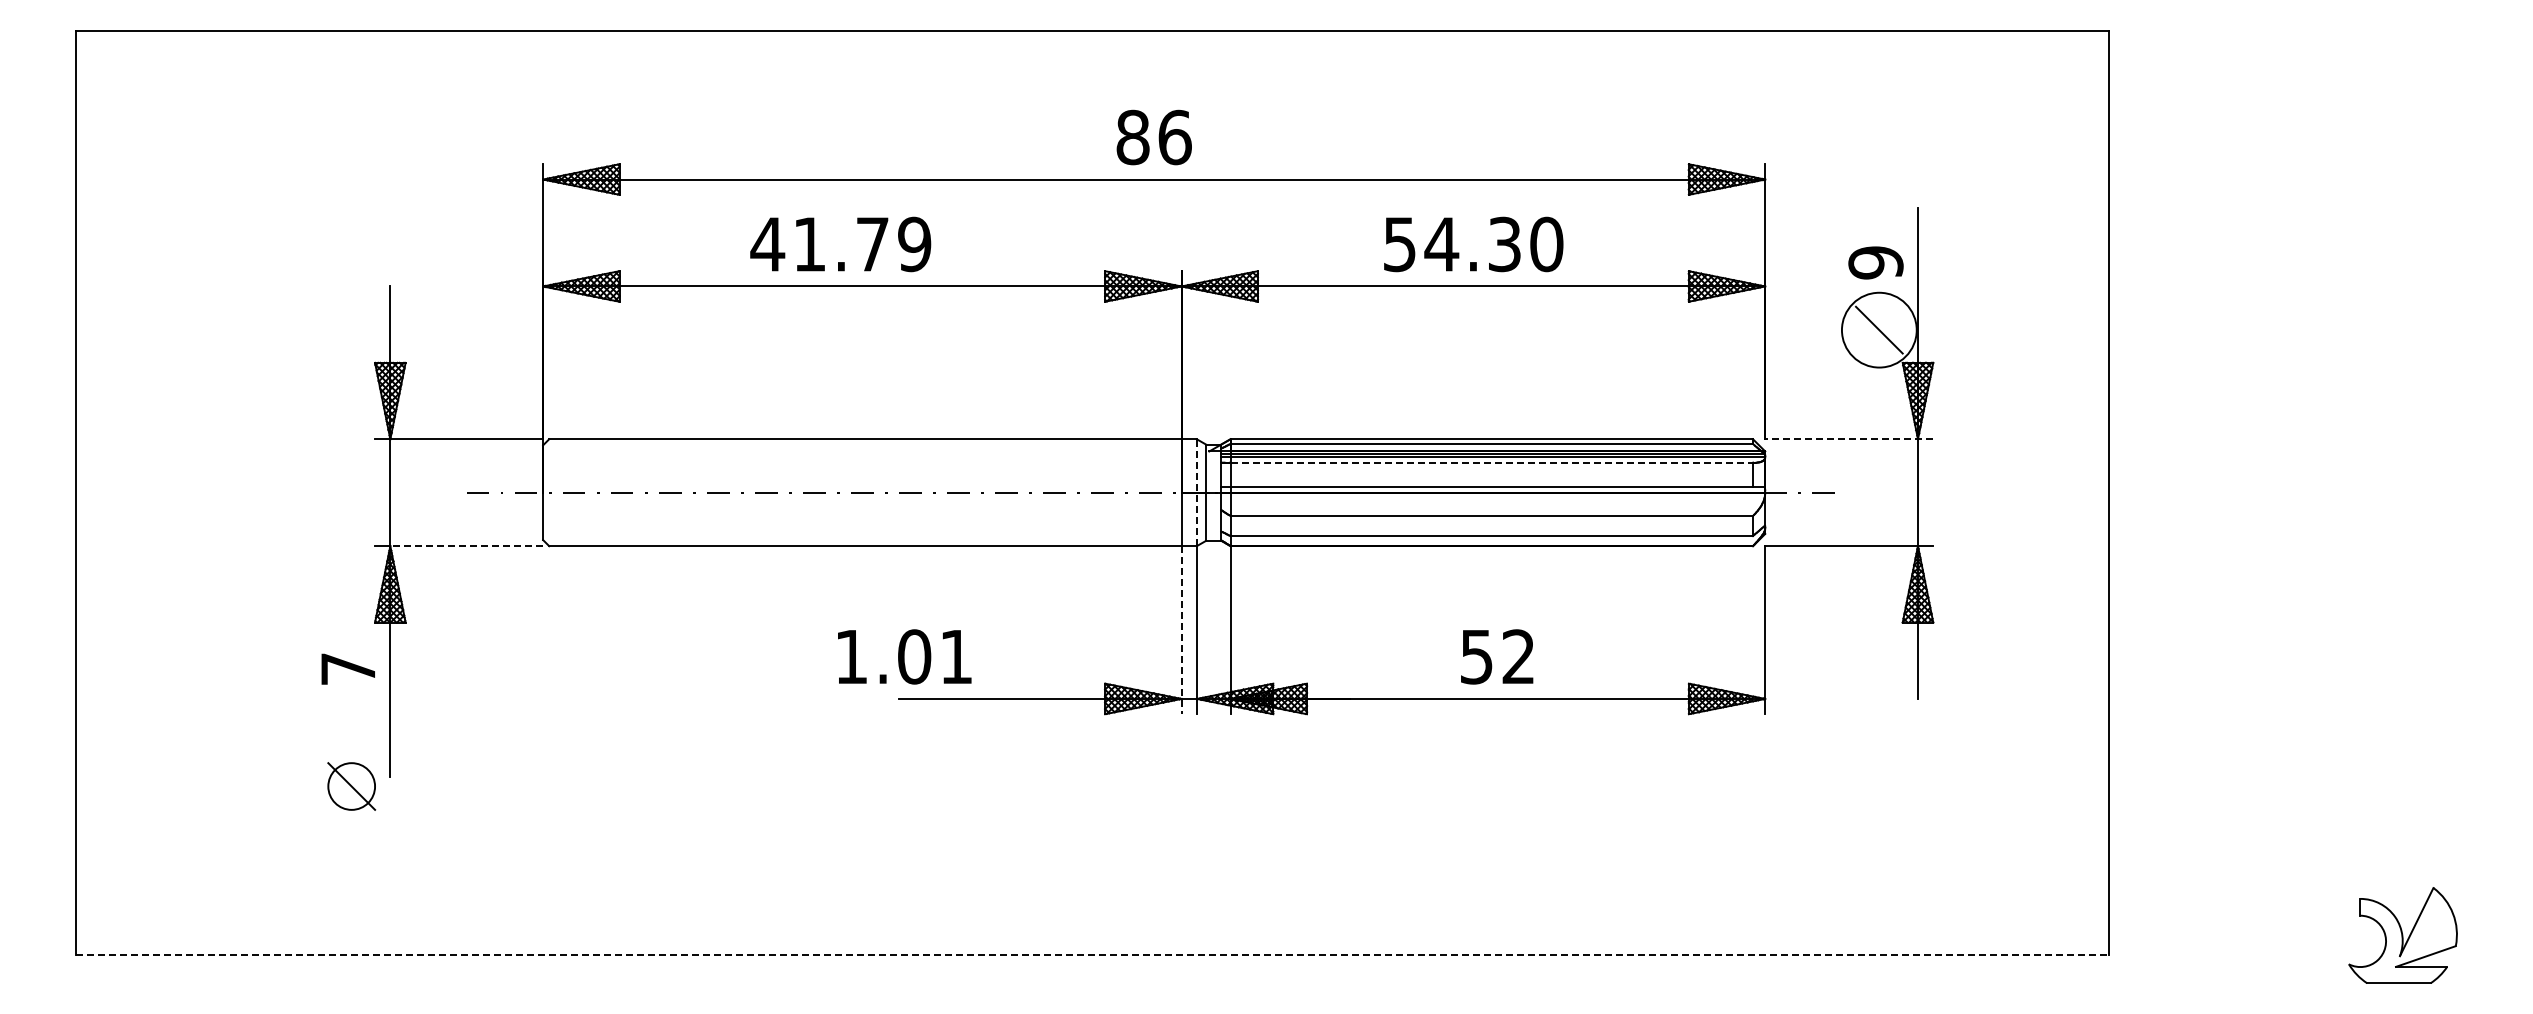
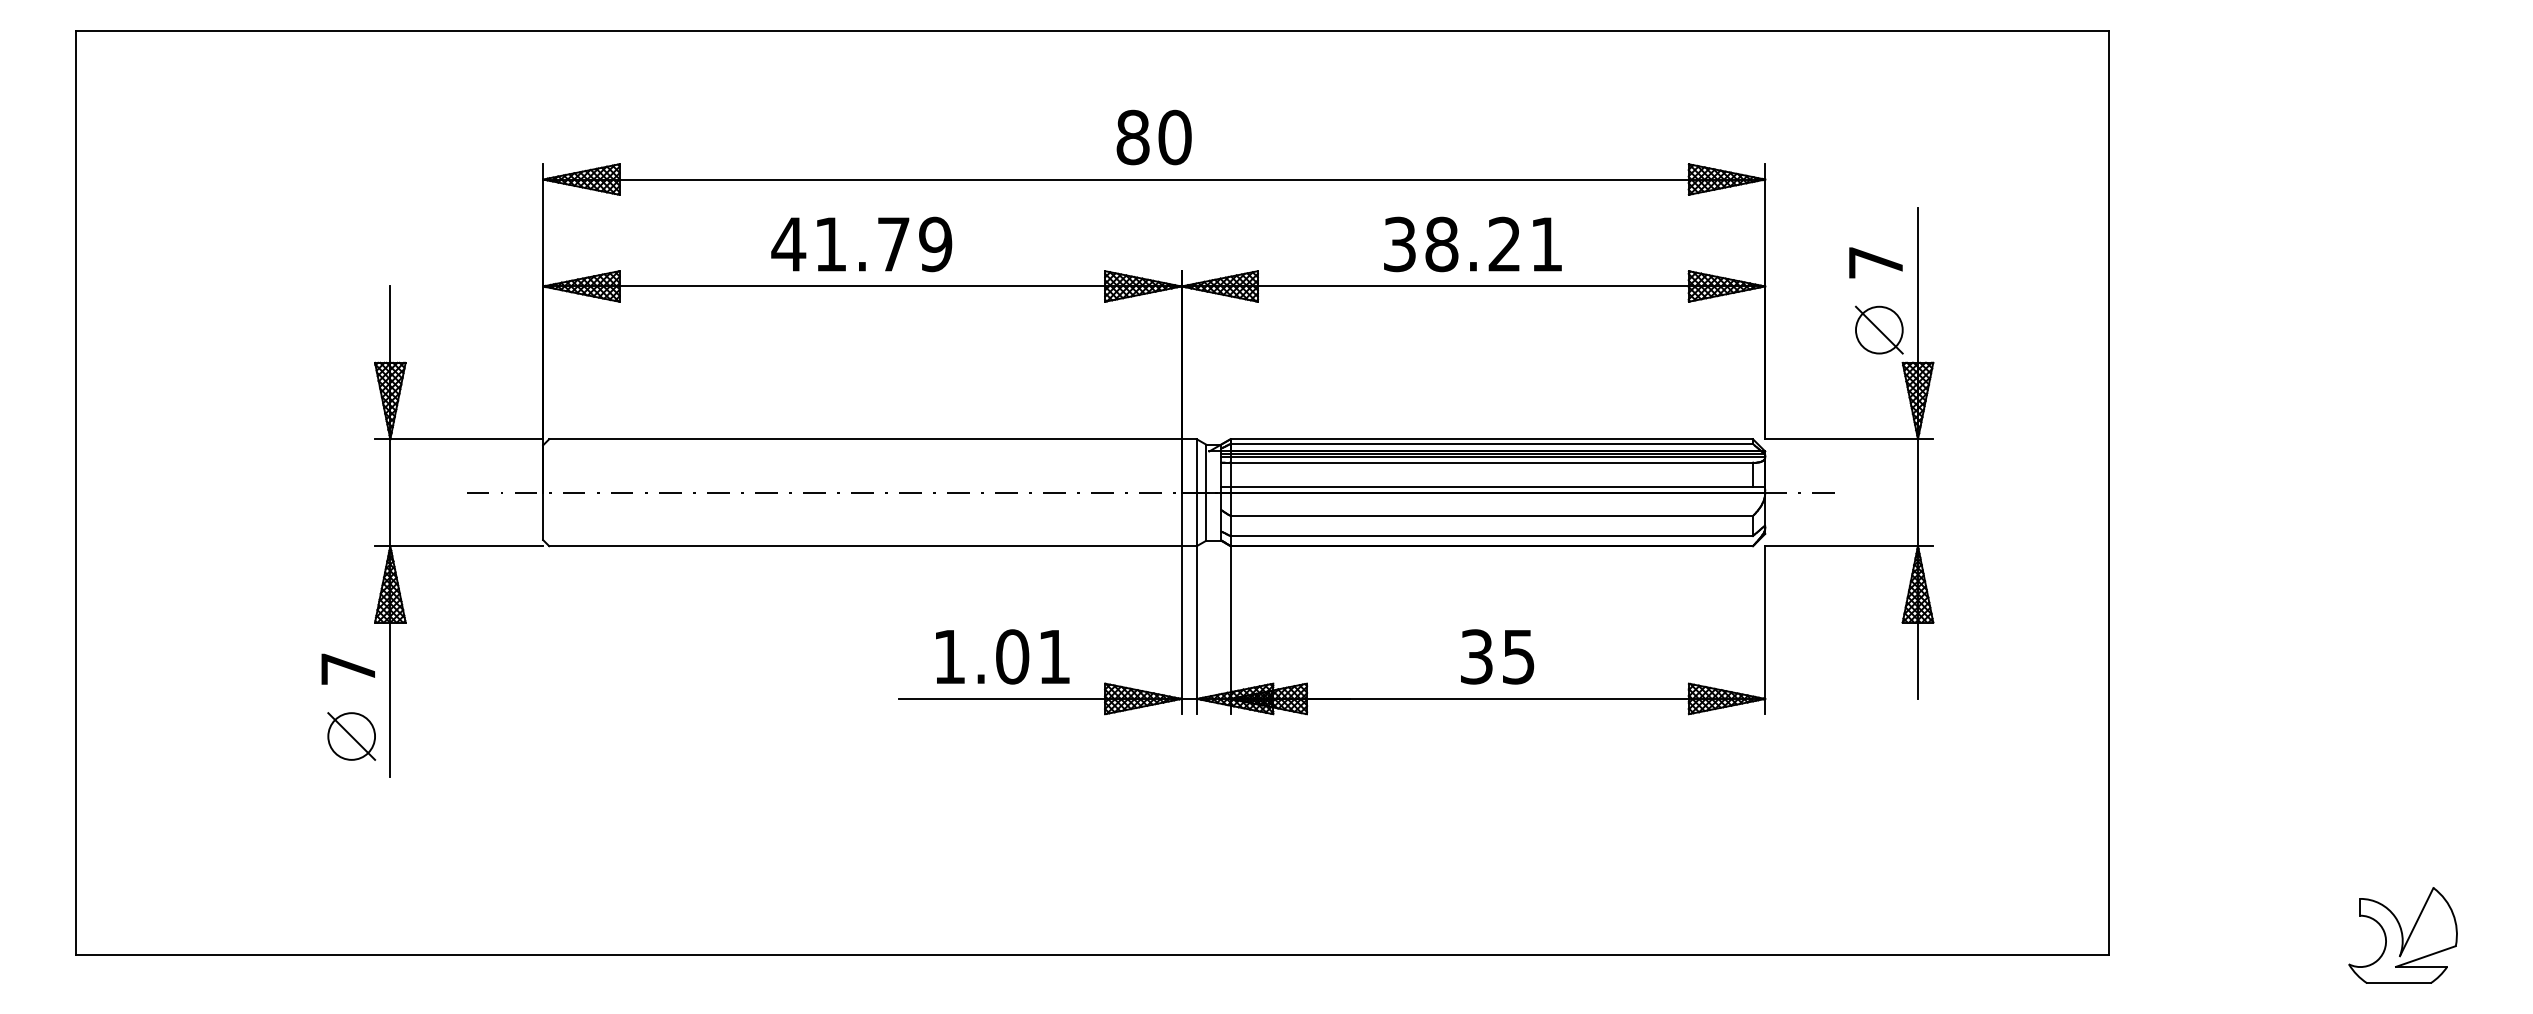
text at (1174, 137): 86 -> 80
text at (840, 244) position: (840, 244) -> (861, 244)
text at (1473, 244): 54.30 -> 38.21
text at (1875, 262): 9 -> 7
circle at (1878, 329) diameter: 75 px -> 47 px
line at (1848, 439): dashed -> solid
line at (1492, 462): dashed -> solid
line at (1196, 492): dashed -> solid
line at (466, 546): dashed -> solid
line at (1181, 630): dashed -> solid
text at (904, 656) position: (904, 656) -> (1002, 656)
text at (1497, 656): 52 -> 35
part at (351, 786) position: (351, 786) -> (351, 736)
line at (1092, 954): dashed -> solid
